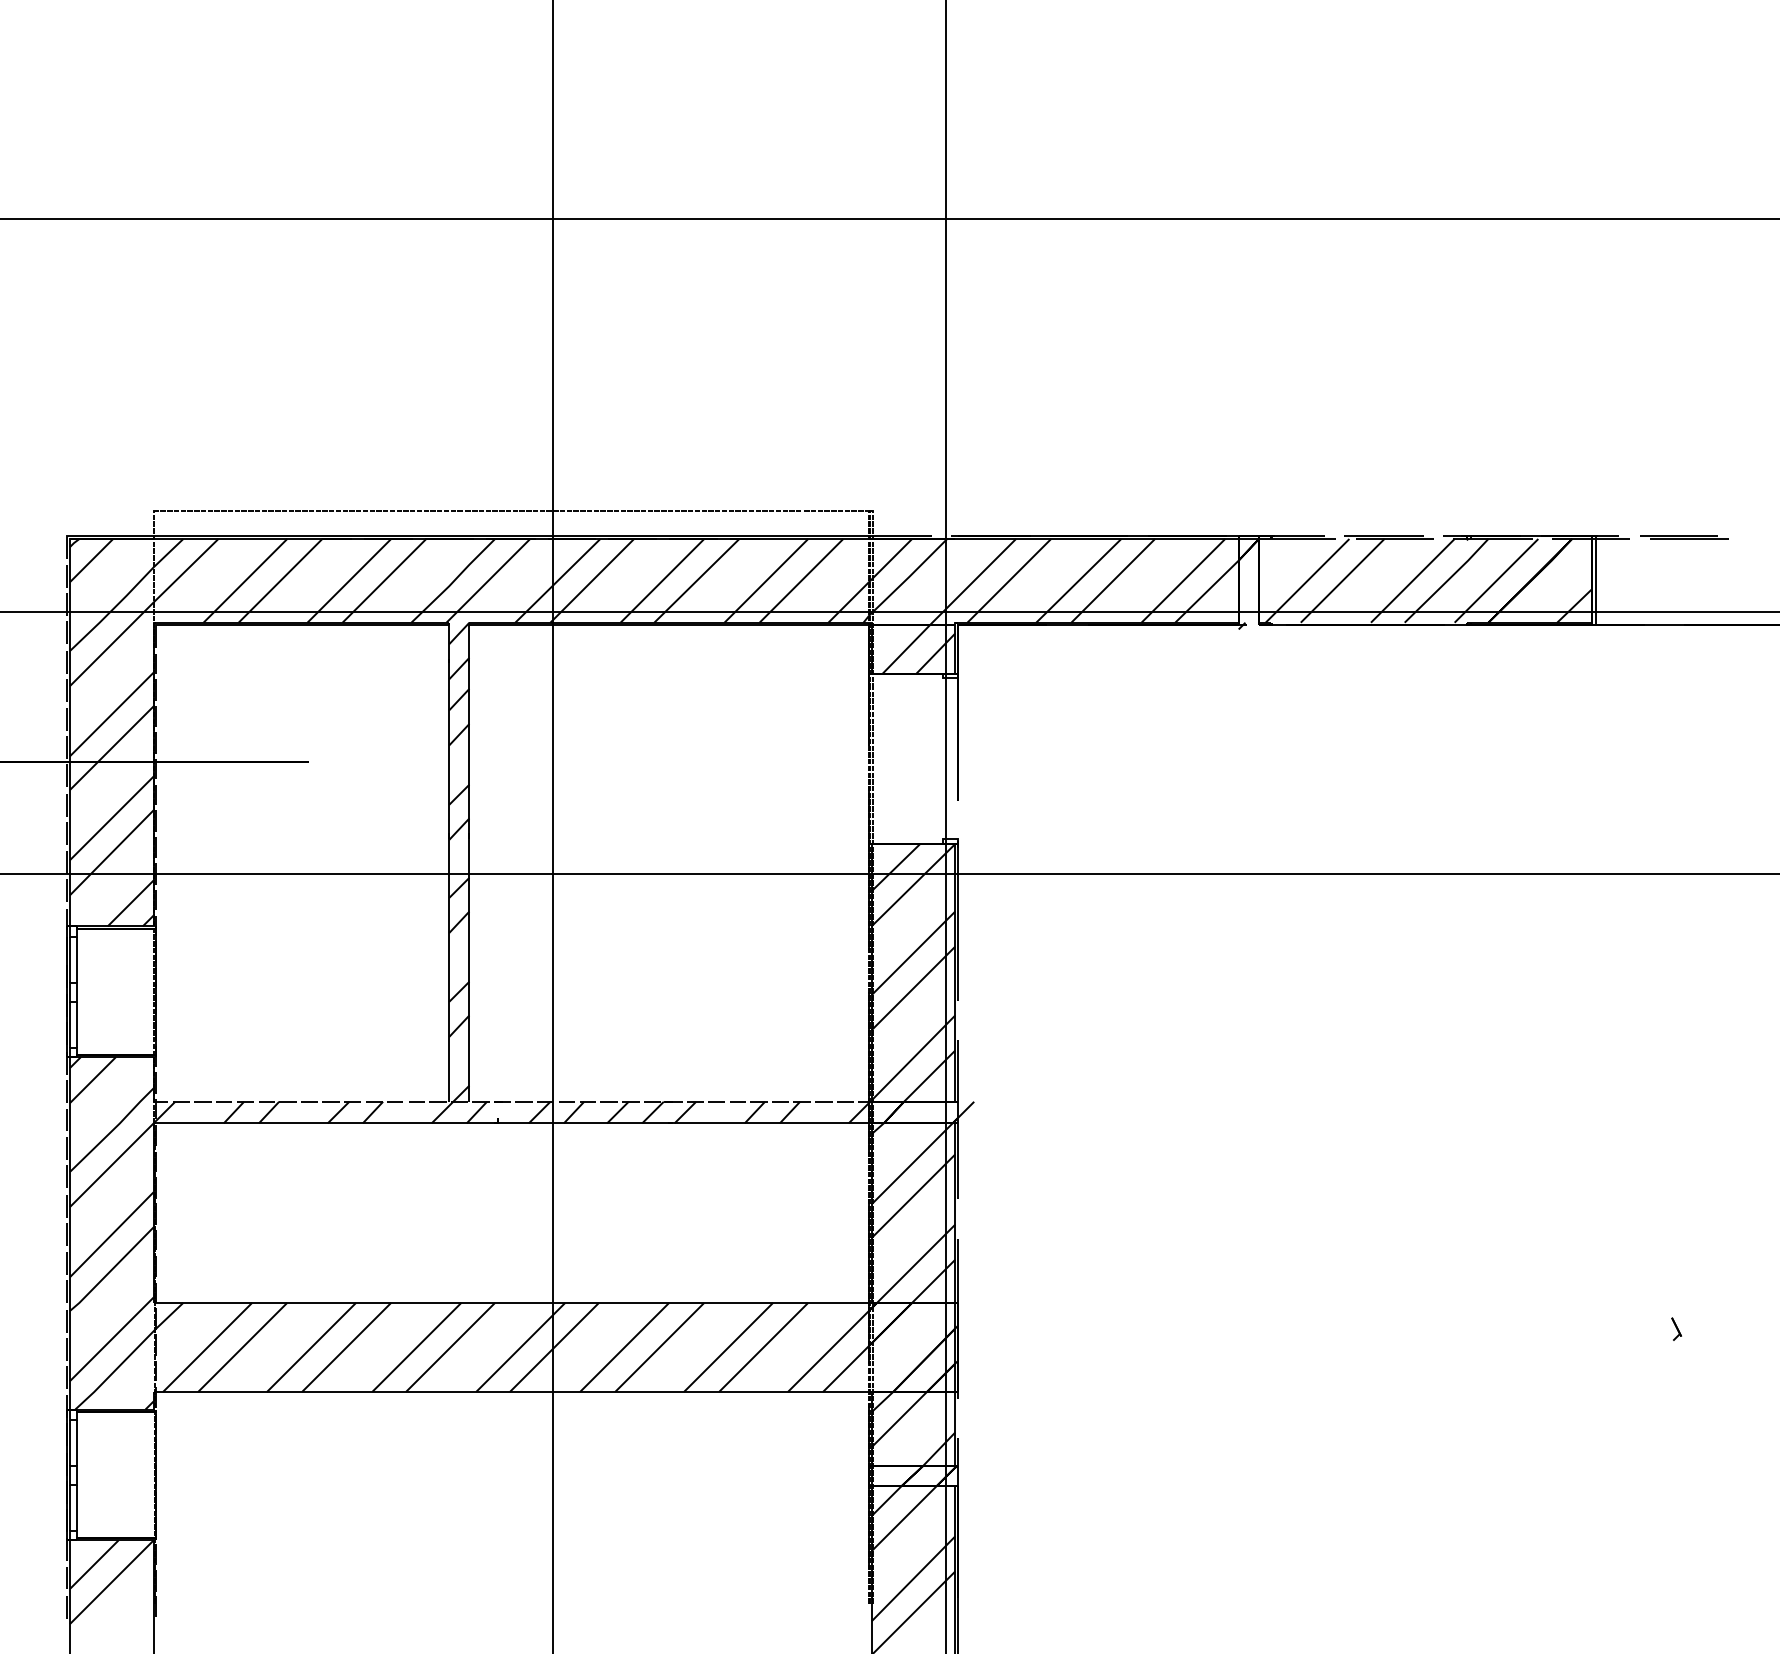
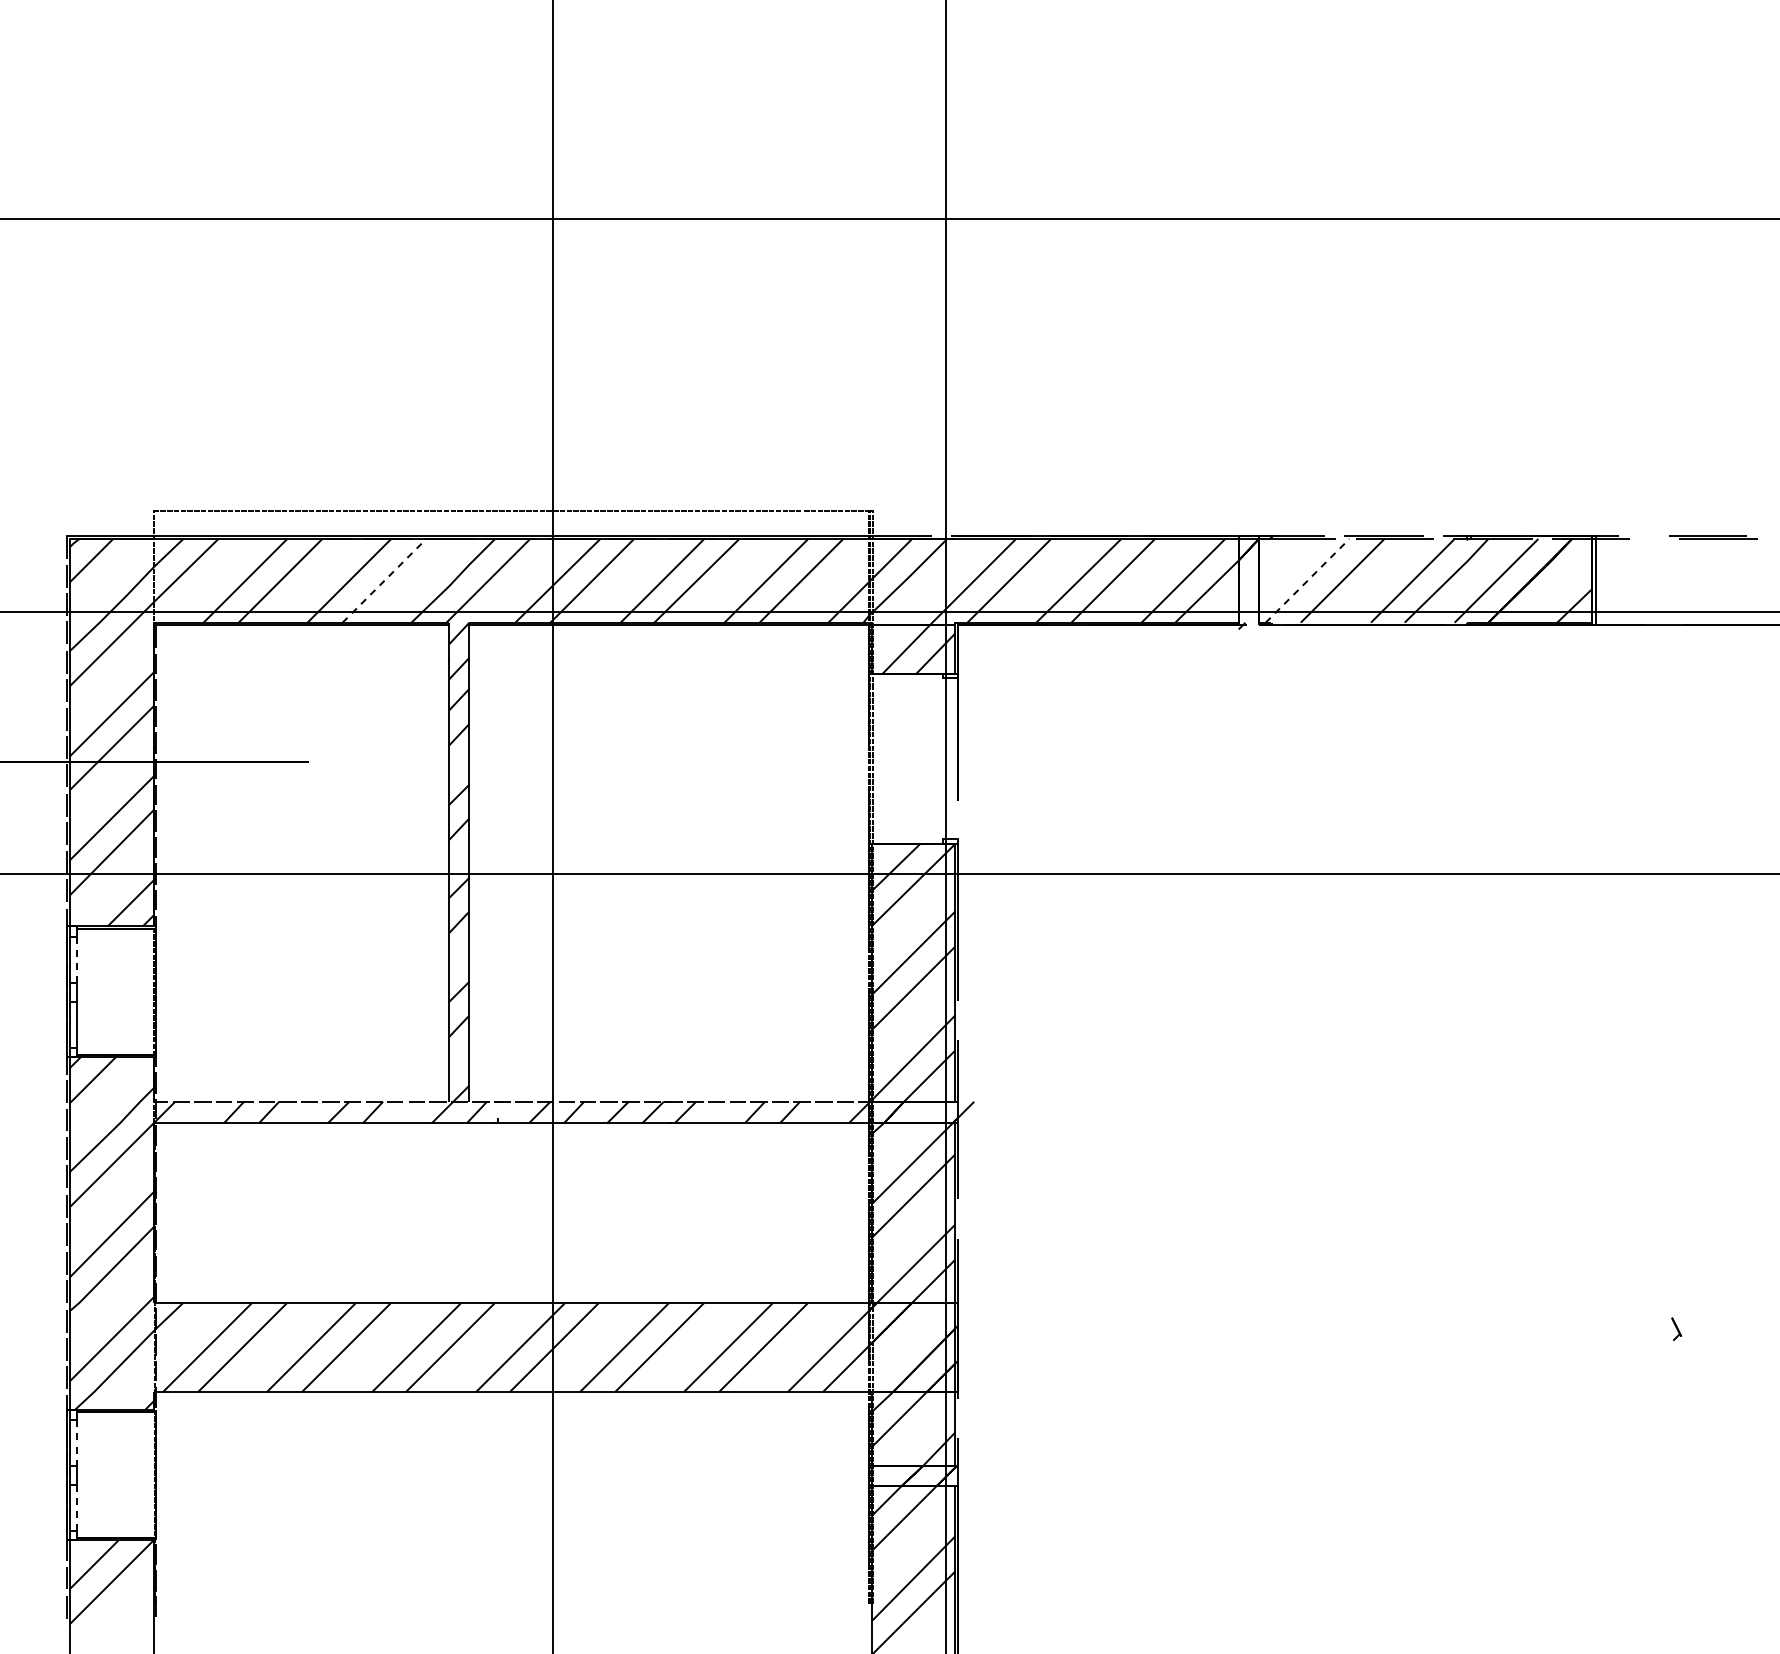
part at (1684, 537) position: (1684, 537) -> (1713, 537)
line at (384, 580): solid -> dashed
line at (1307, 580): solid -> dashed
line at (76, 960): solid -> dashed
line at (76, 1443): solid -> dashed
line at (76, 1508): solid -> dashed
